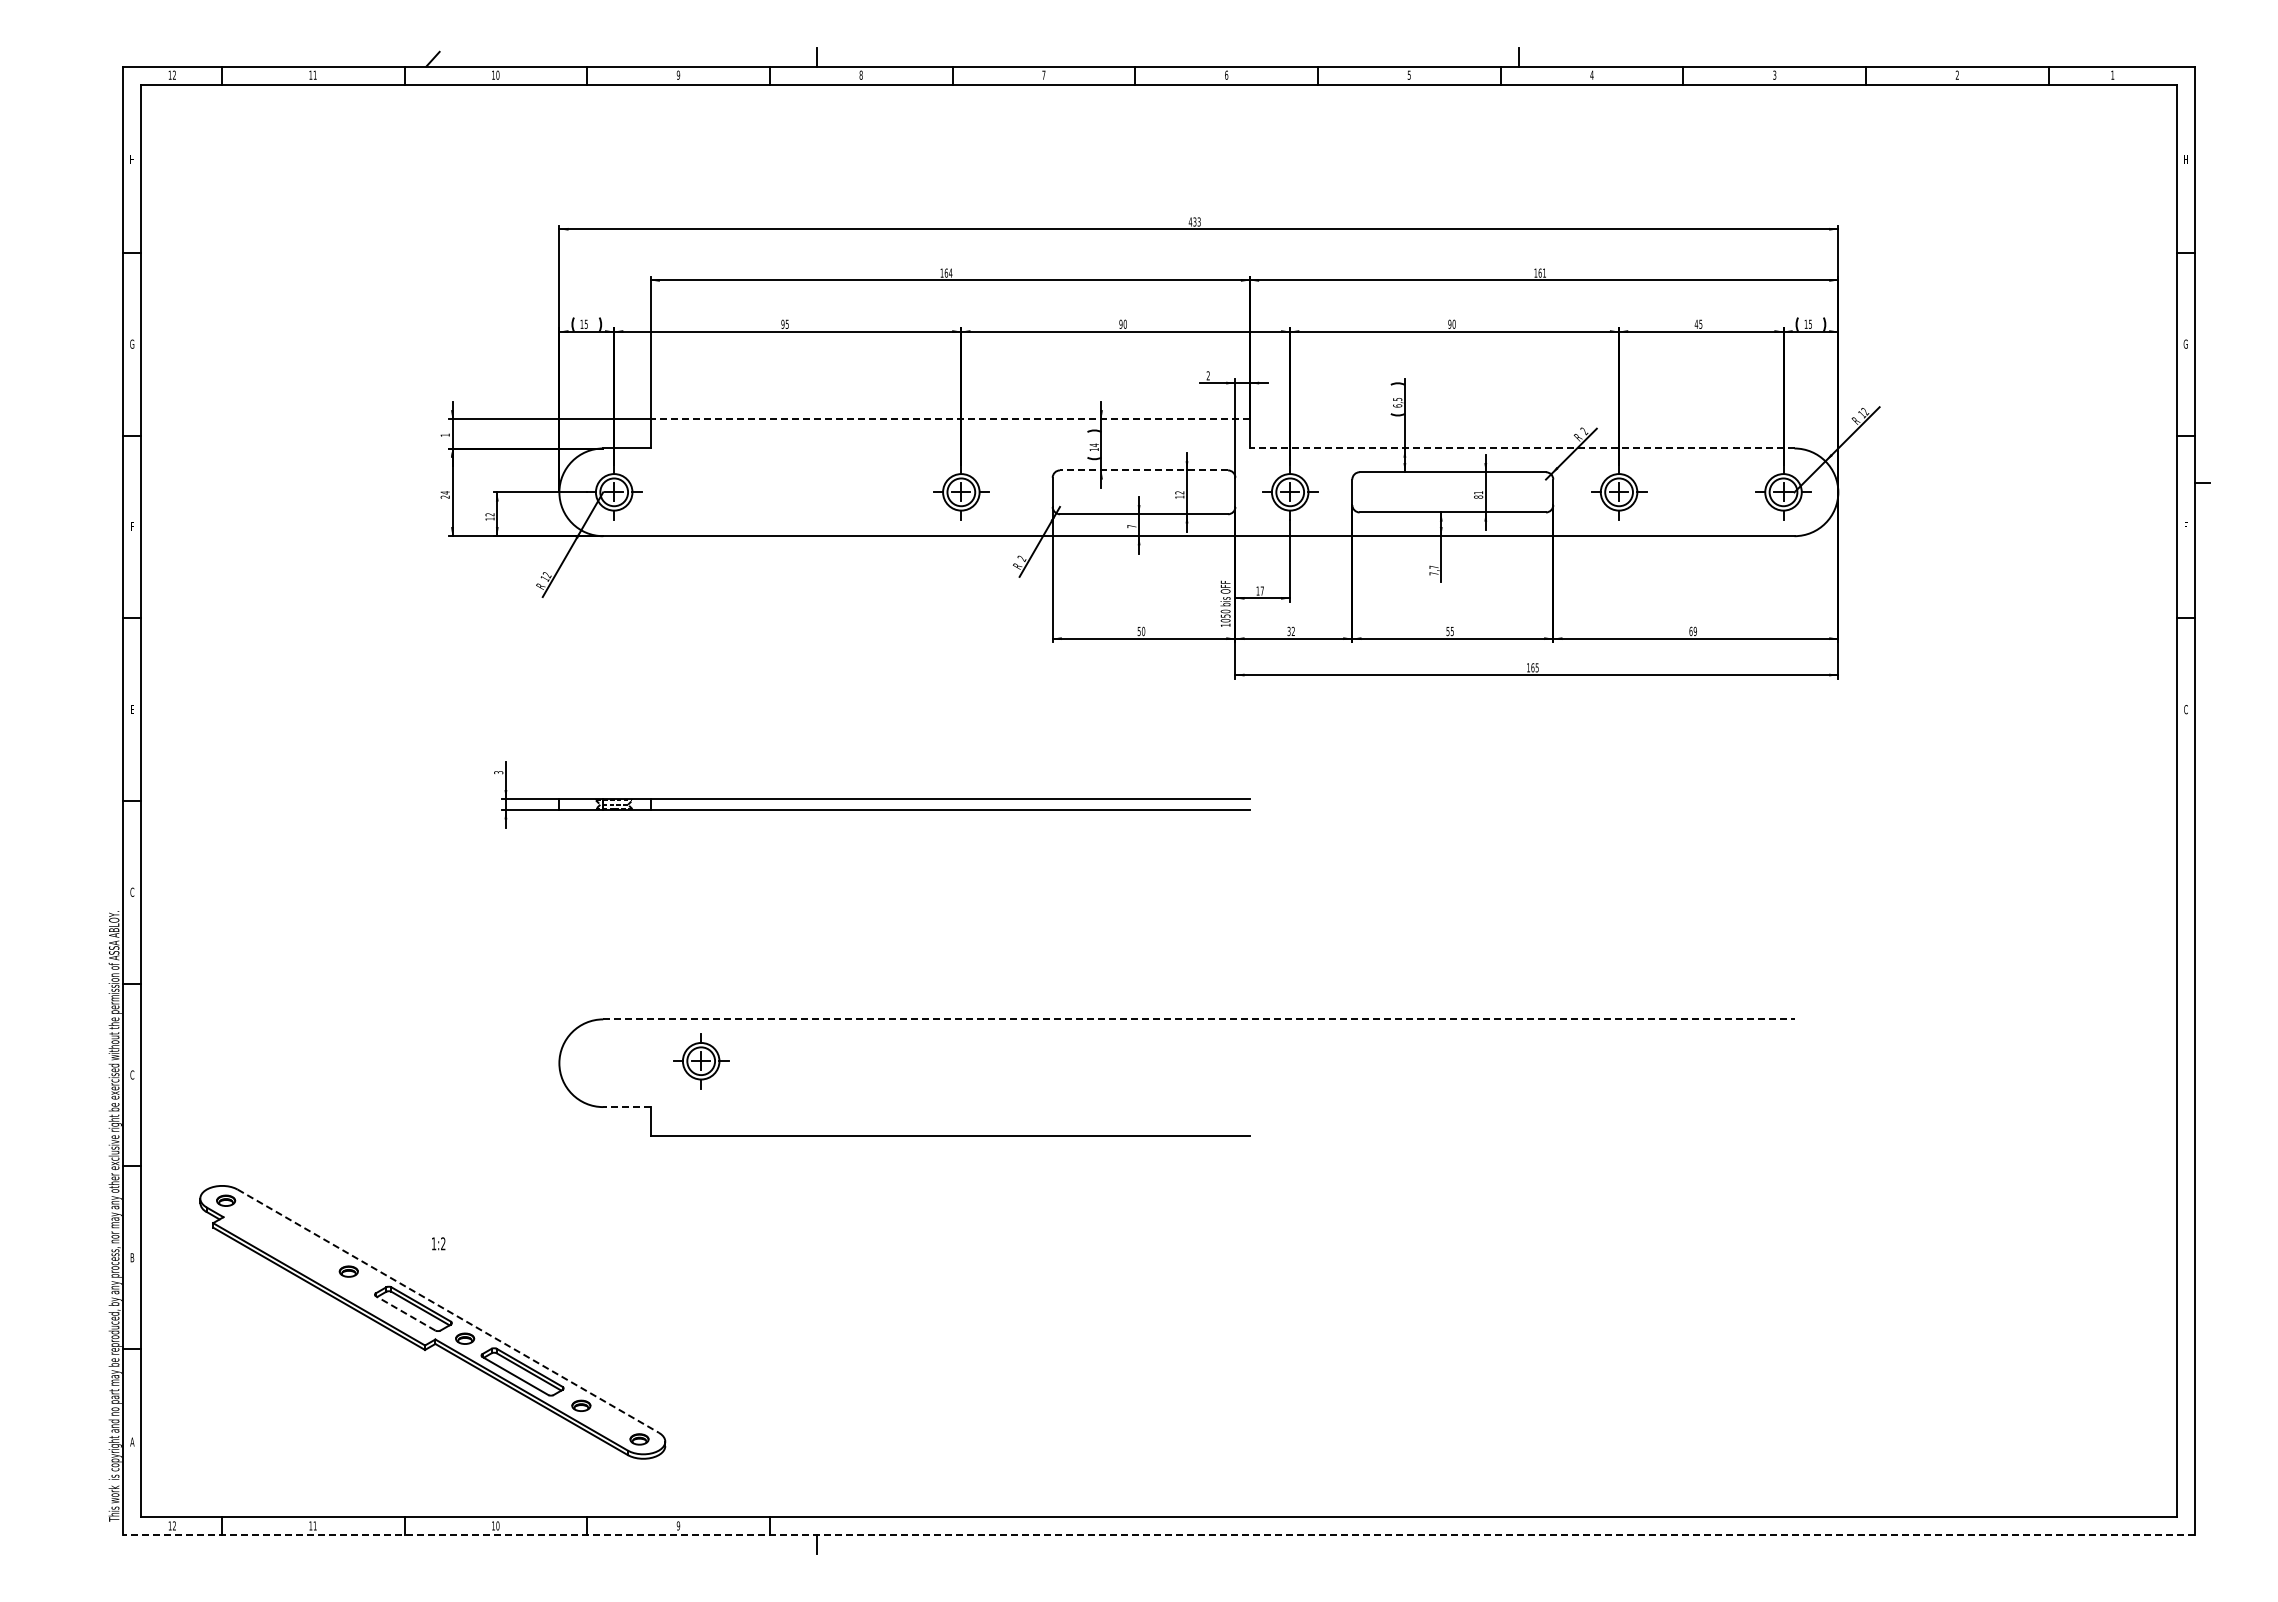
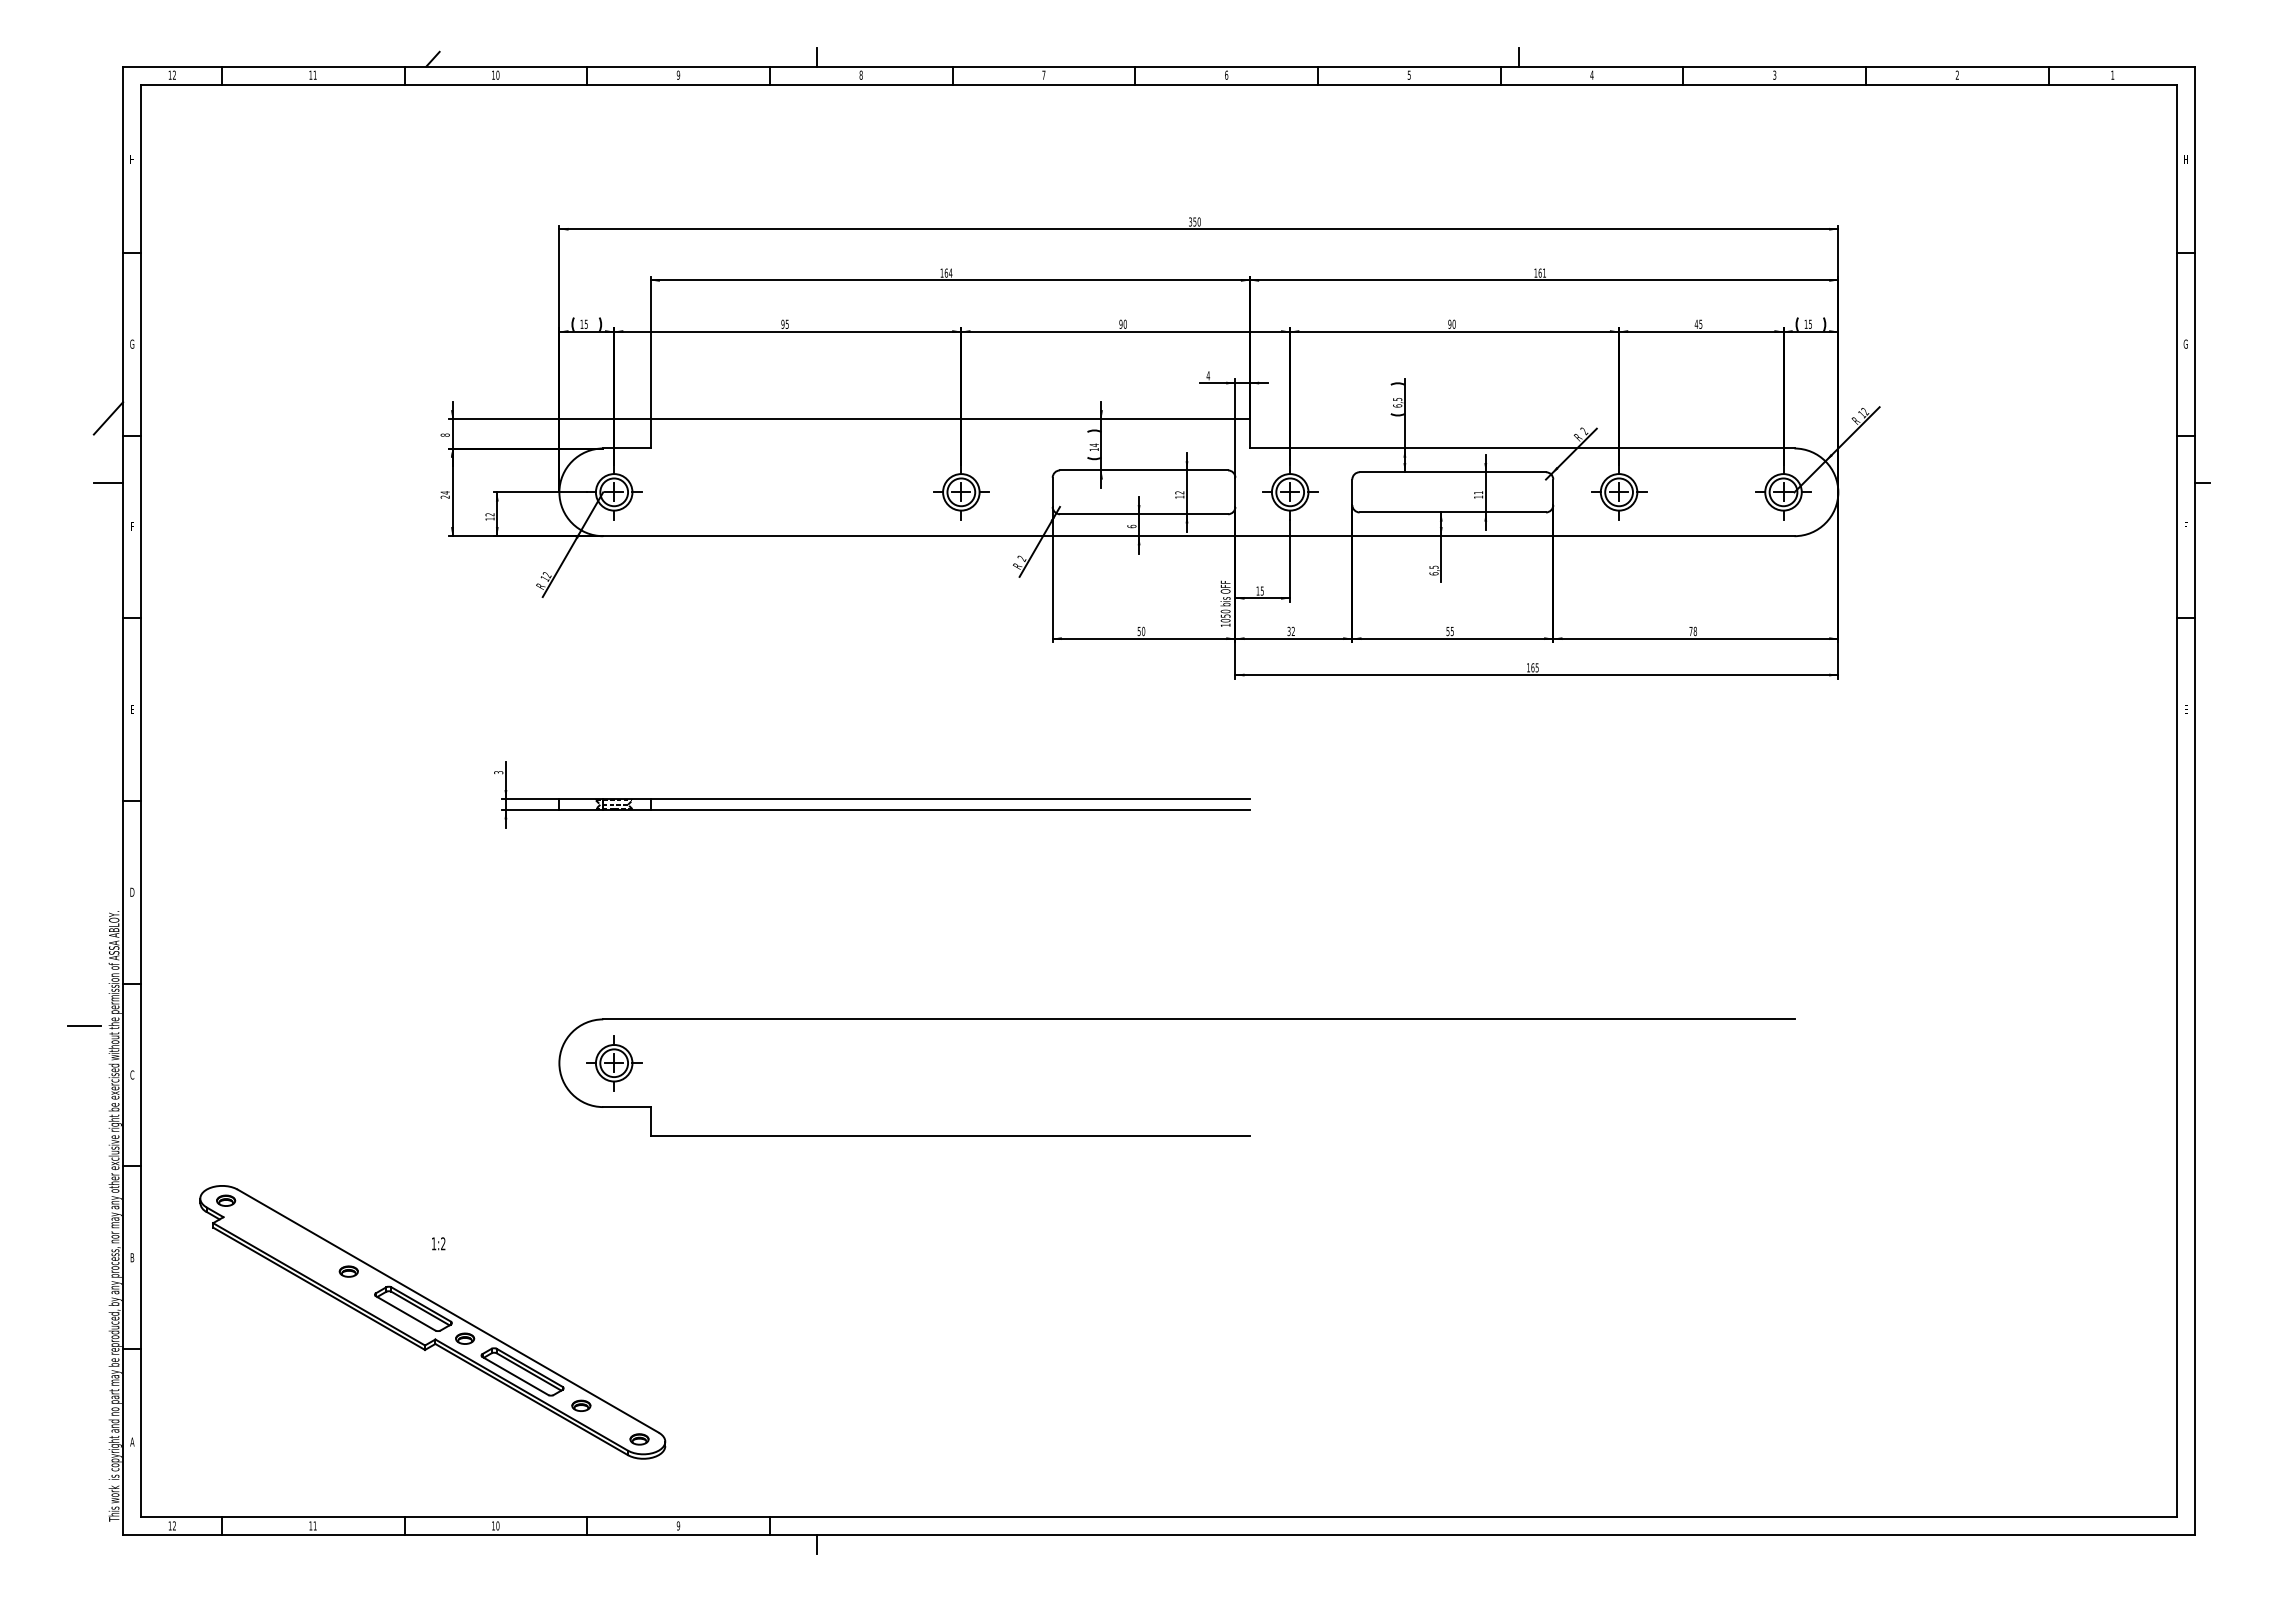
text at (1194, 221): 433 -> 350
text at (1208, 375): 2 -> 4
line at (108, 418): none -> present
line at (950, 419): dashed -> solid
text at (444, 434): 1 -> 8
line at (1521, 448): dashed -> solid
line at (1143, 470): dashed -> solid
line at (108, 483): none -> present
text at (1478, 496): 81 -> 11
text at (1131, 526): 7 -> 6
text at (1433, 570): 7,7 -> 6,5
text at (1261, 590): 17 -> 15
text at (1692, 631): 69 -> 78
text at (2185, 709): C -> E
text at (132, 891): C -> D
line at (1198, 1019): dashed -> solid
line at (84, 1025): none -> present
part at (701, 1061) position: (701, 1061) -> (614, 1063)
line at (626, 1107): dashed -> solid
line at (448, 1311): dashed -> solid
line at (405, 1313): dashed -> solid
line at (1159, 1535): dashed -> solid
